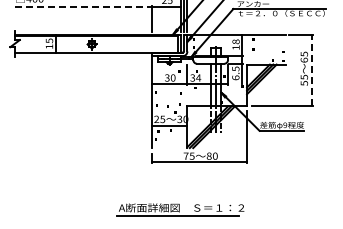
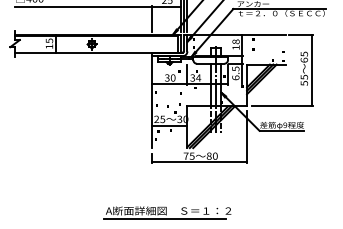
line at (83, 6): dashed -> solid
line at (311, 70): dashed -> solid
part at (180, 209) position: (180, 209) -> (167, 212)
